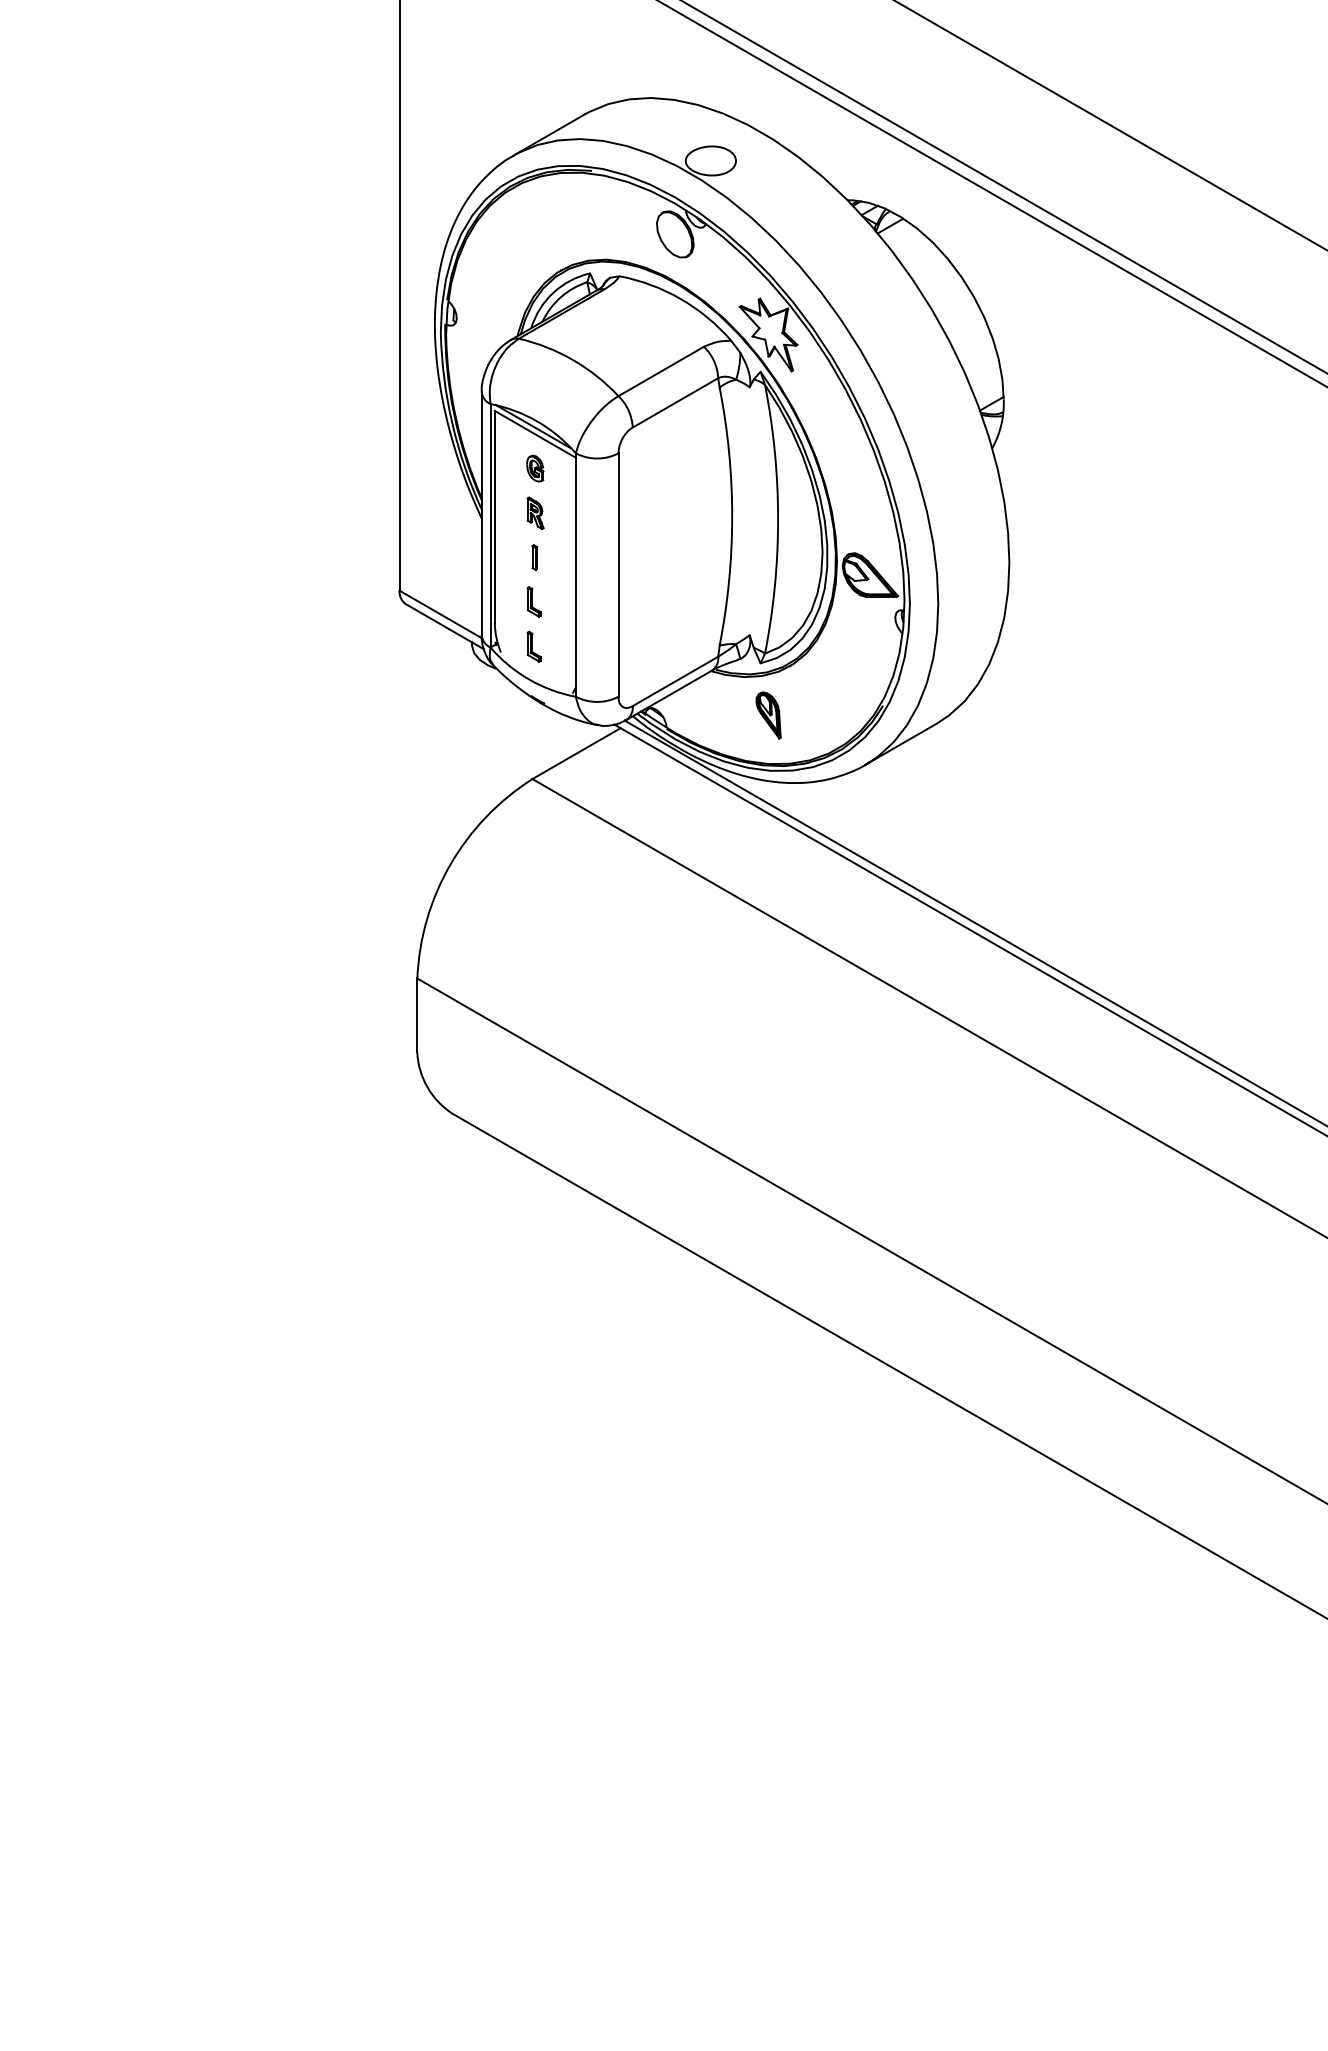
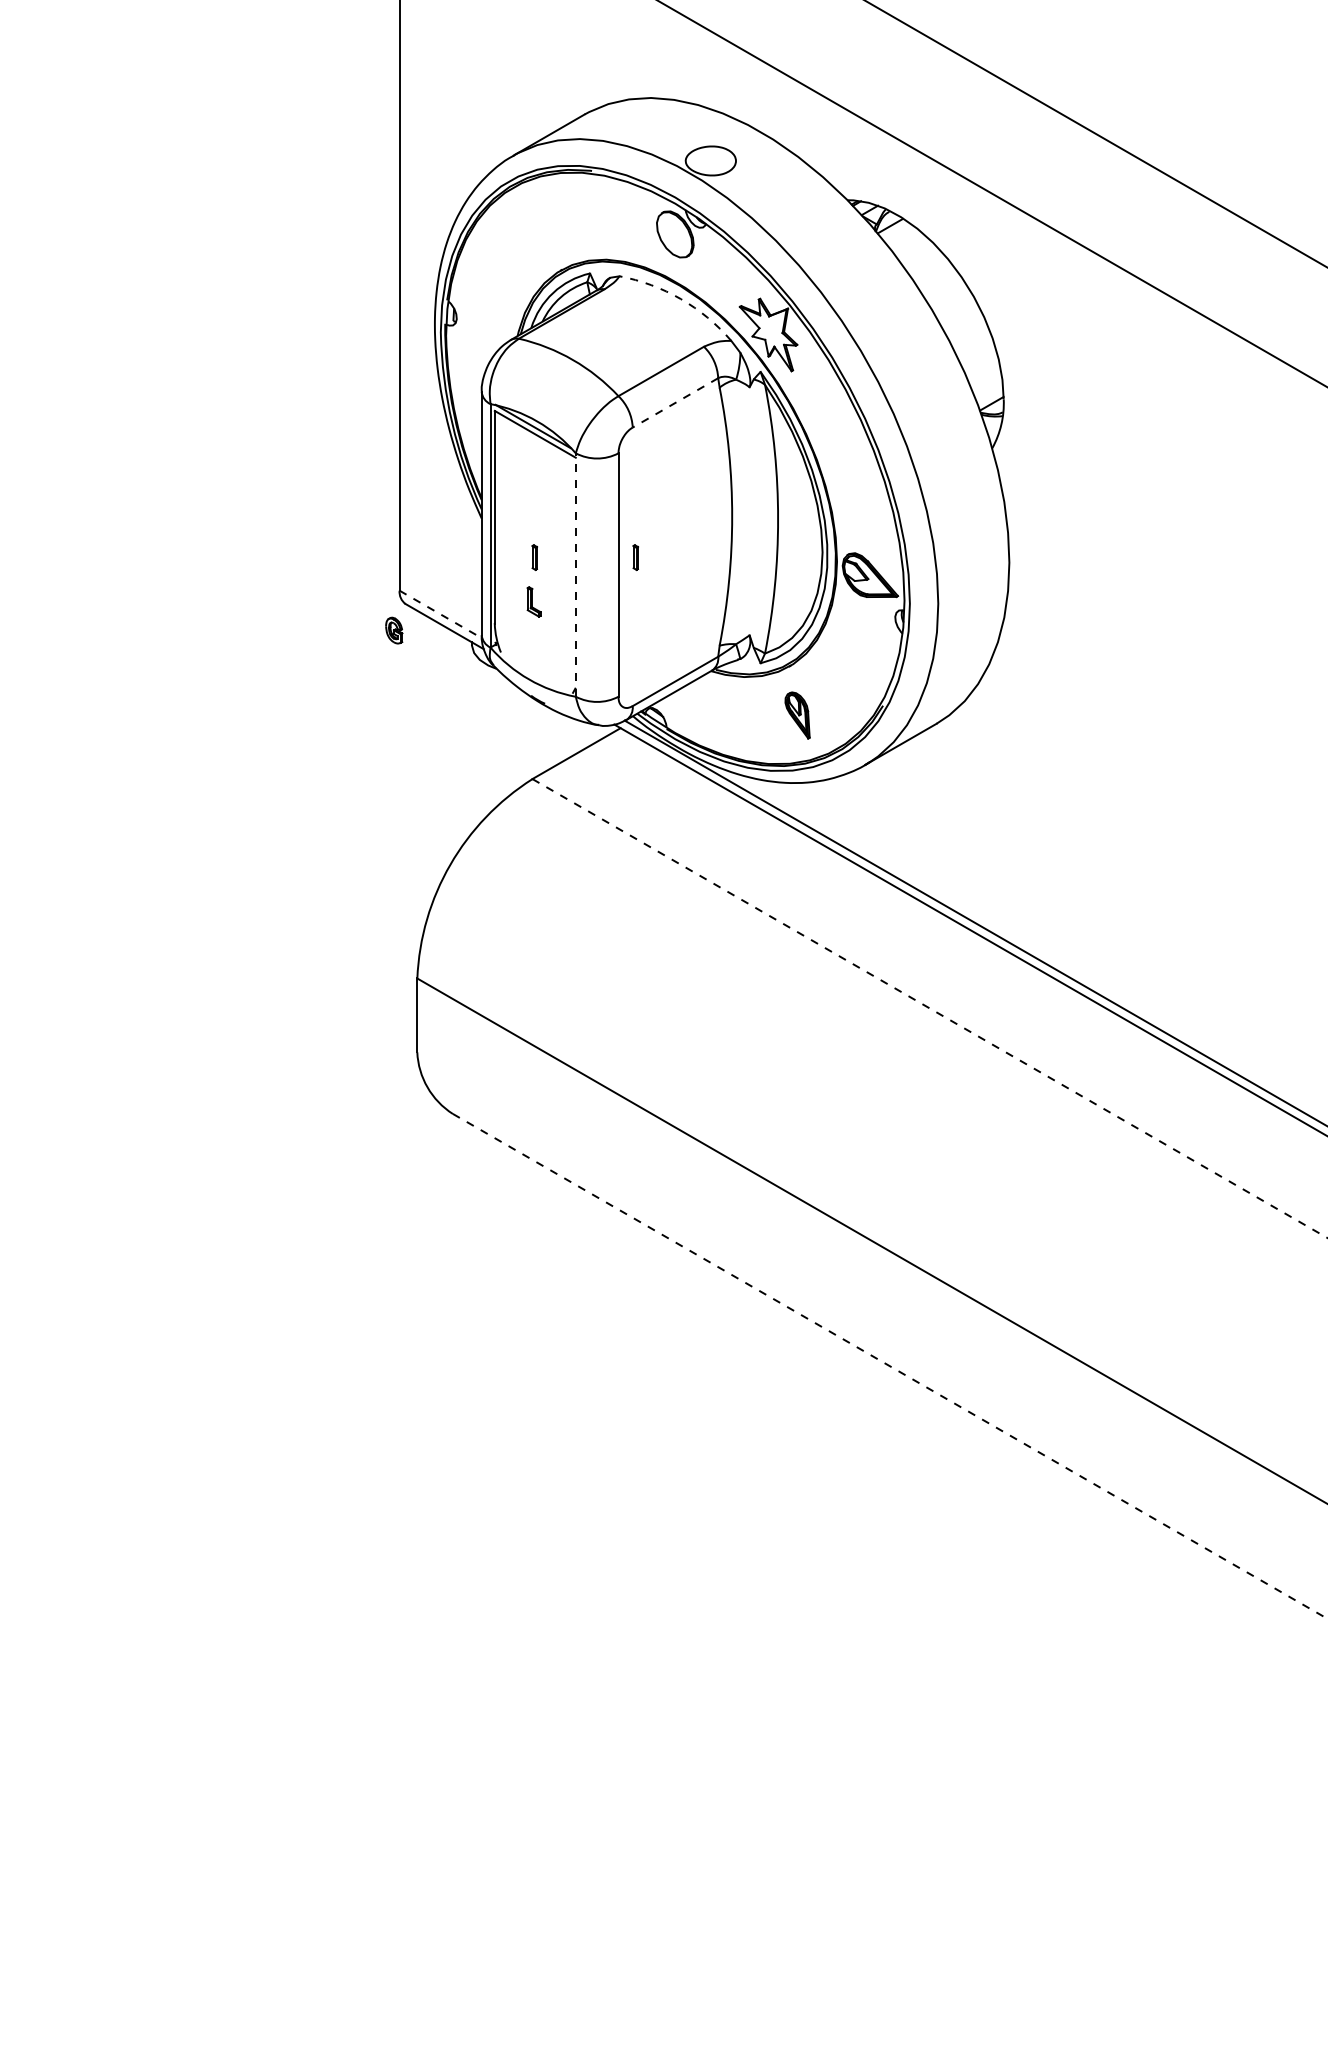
line at (1110, 125) position: (1110, 125) -> (1095, 133)
line at (1004, 186): present -> none
arc at (680, 299): solid -> dashed
line at (675, 403): solid -> dashed
part at (535, 468) position: (535, 468) -> (394, 630)
part at (535, 512): present -> none
part at (635, 557): none -> present
line at (575, 575): solid -> dashed
line at (440, 614): solid -> dashed
part at (533, 646): present -> none
part at (768, 715) position: (768, 715) -> (797, 715)
line at (929, 1008): solid -> dashed
line at (890, 1366): solid -> dashed
